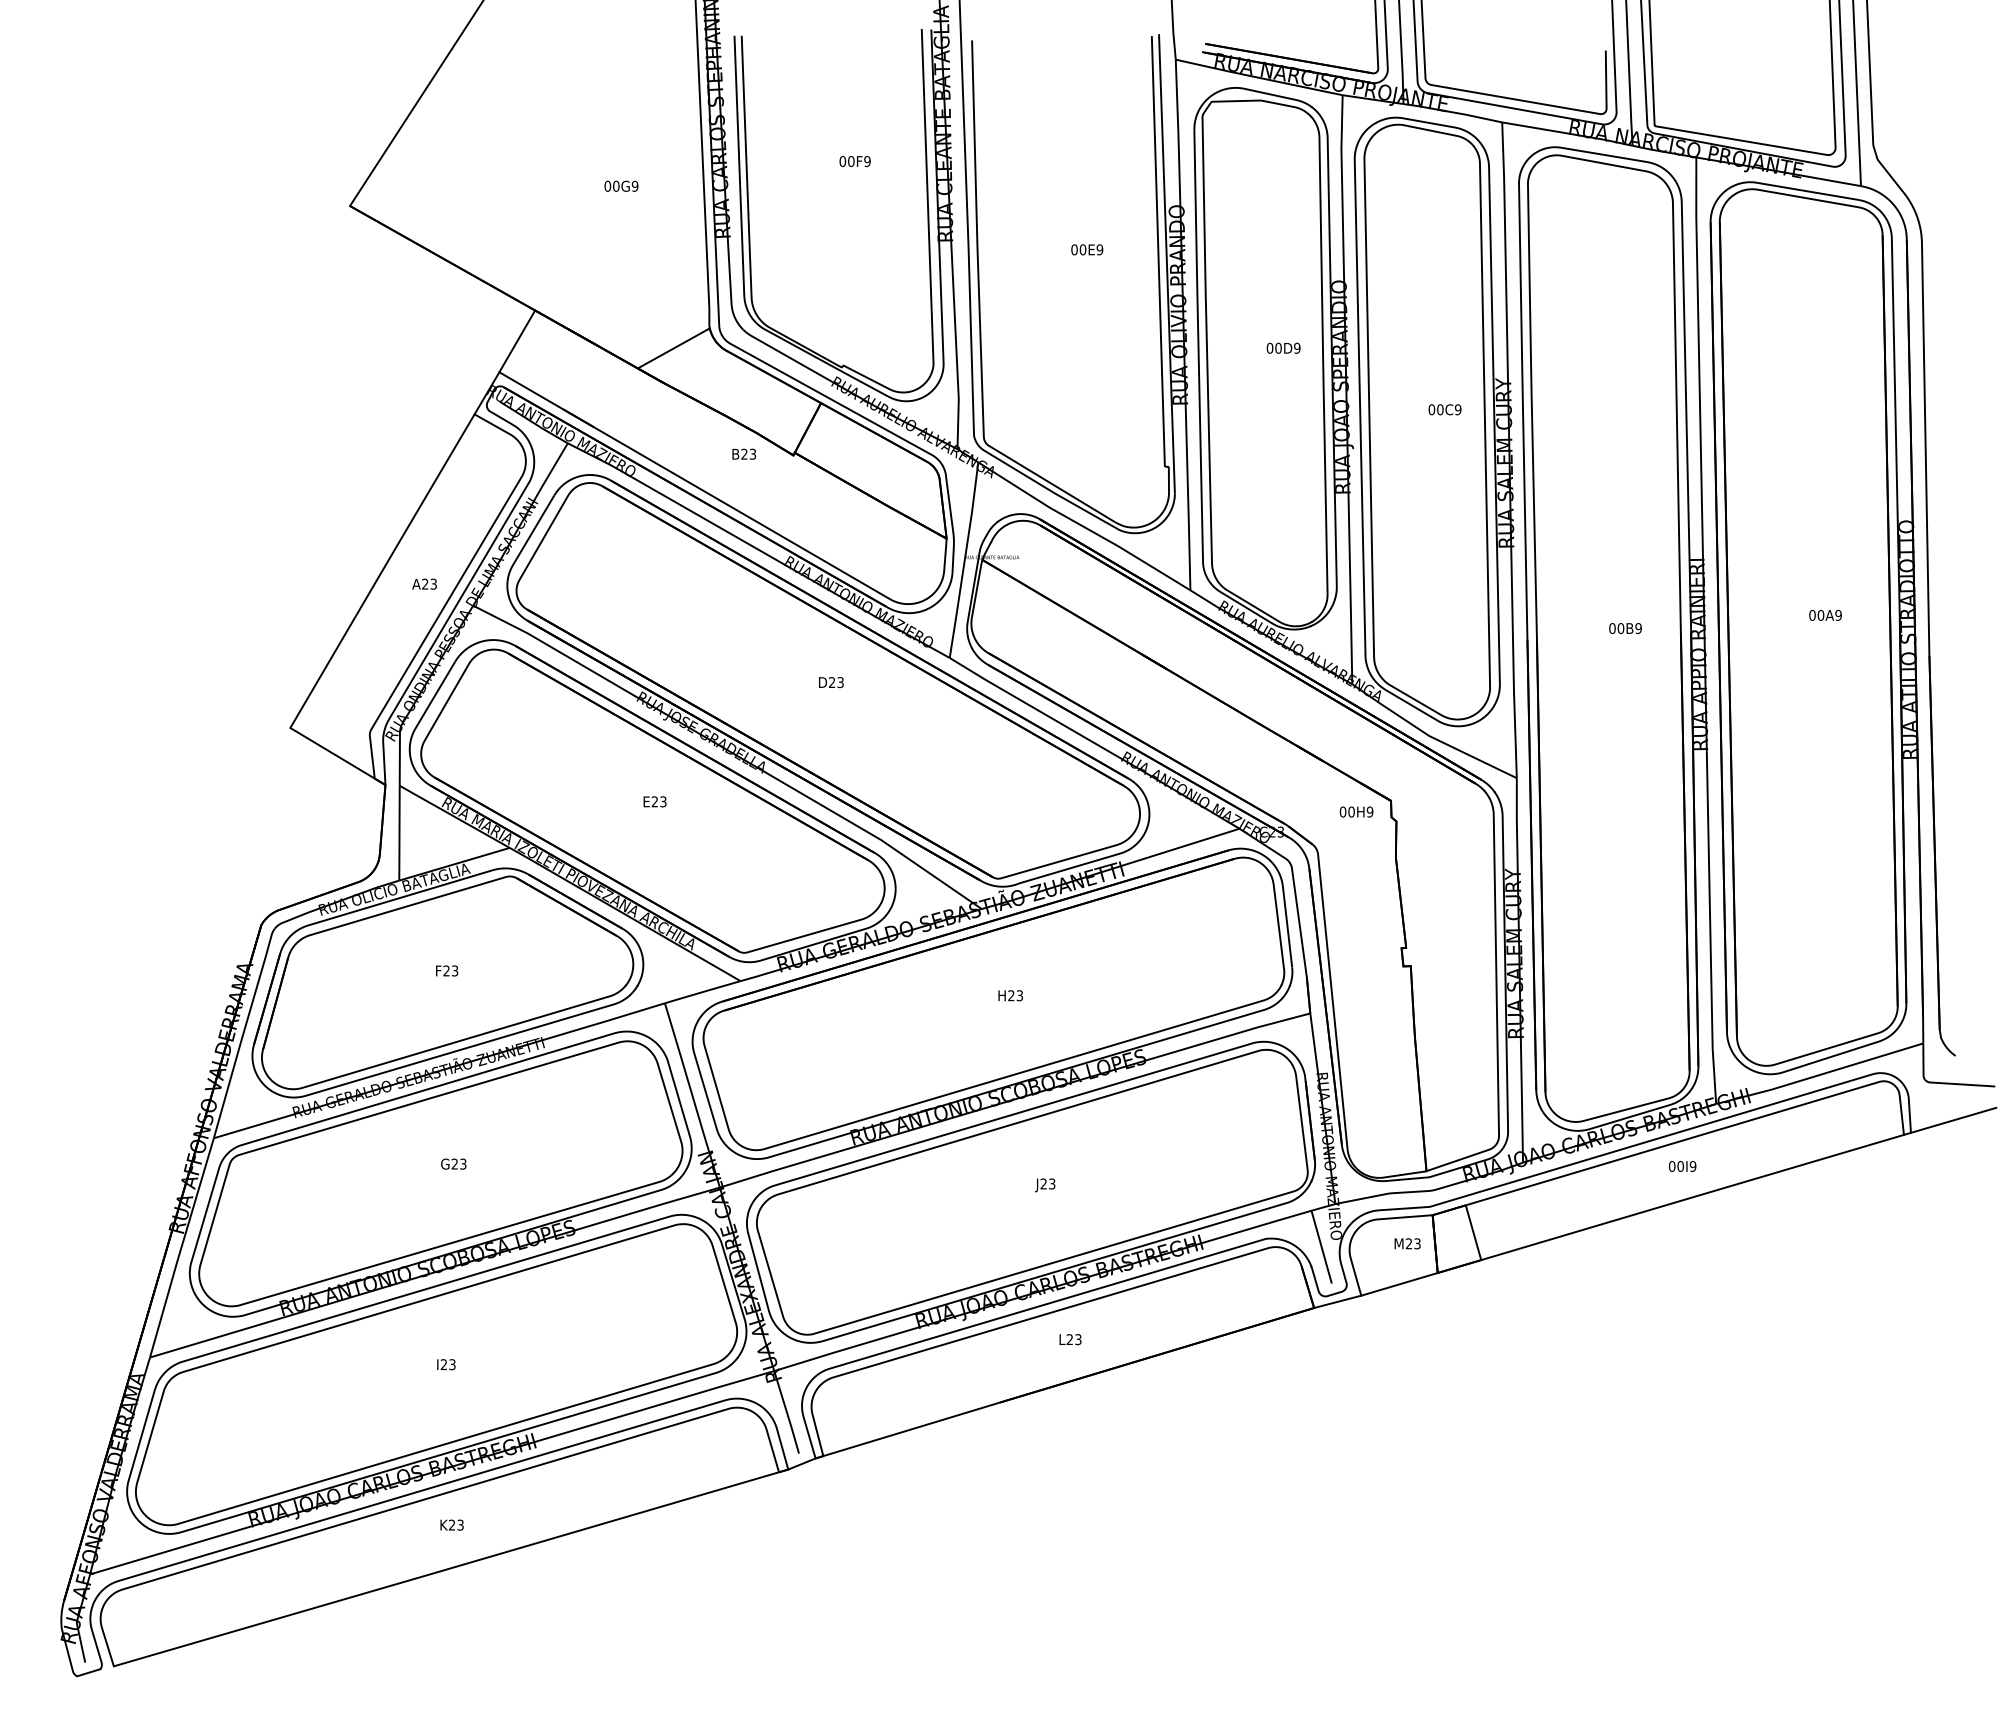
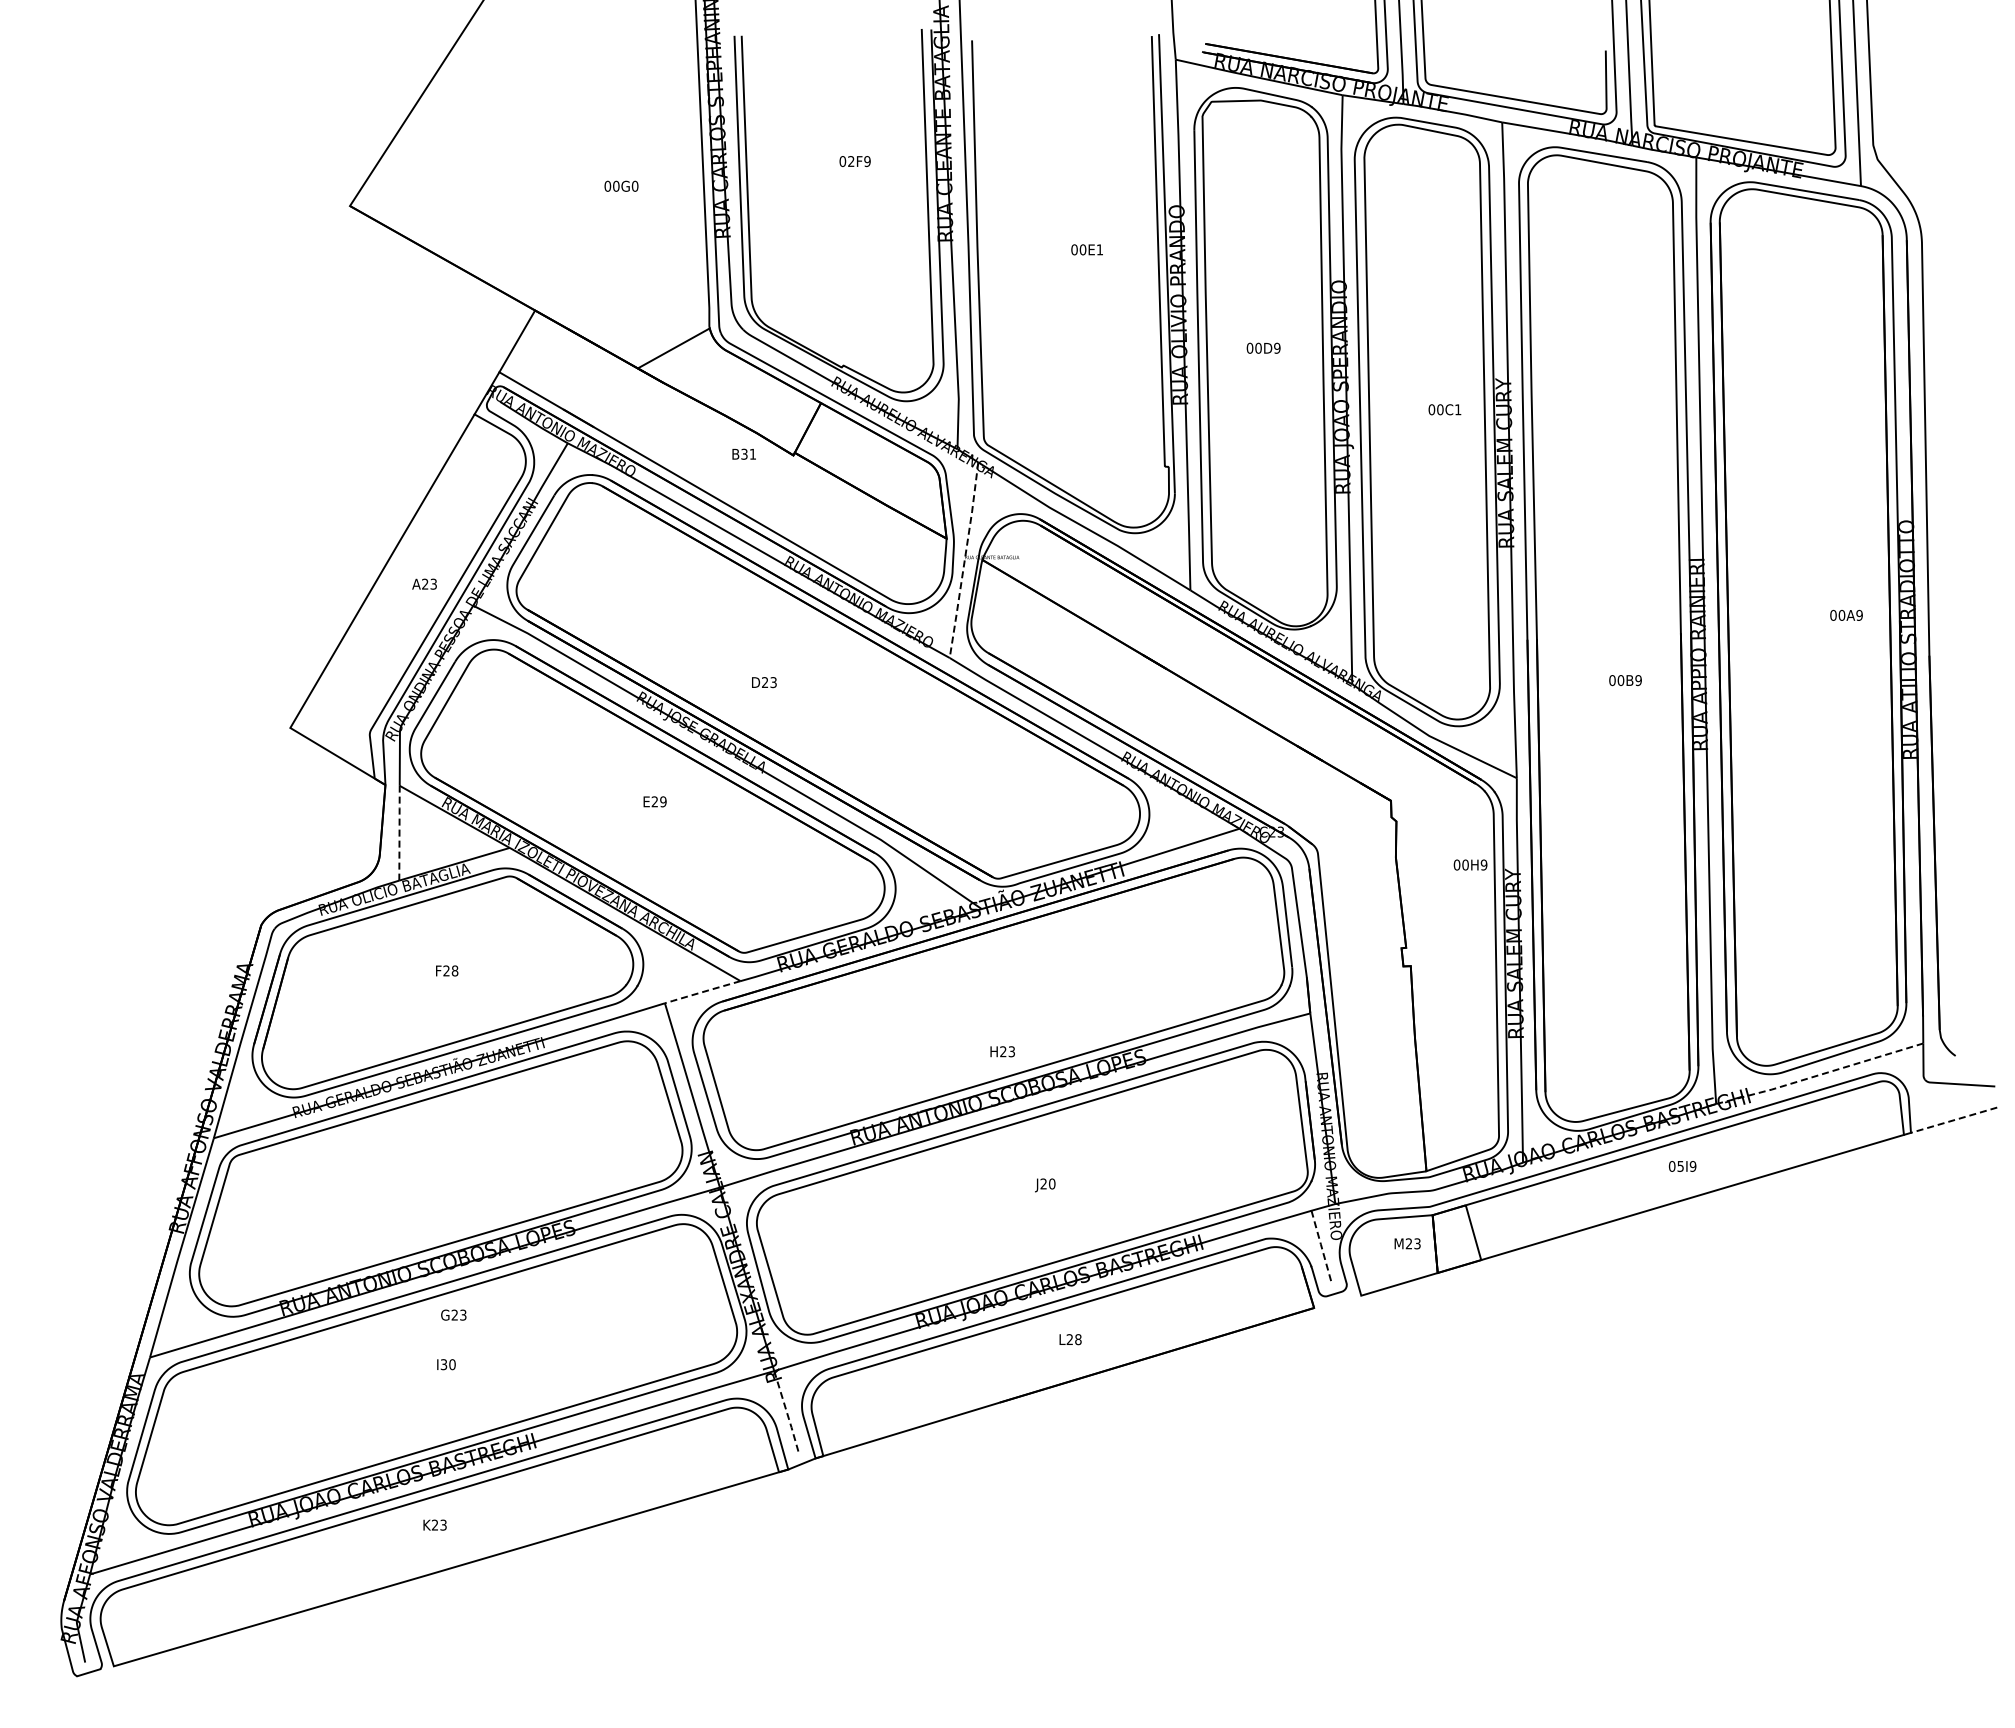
text at (851, 161): 00F9 -> 02F9
text at (634, 186): 00G9 -> 00G0
text at (1099, 249): 00E9 -> 00E1
text at (1283, 347) position: (1283, 347) -> (1263, 347)
text at (1457, 409): 00C9 -> 00C1
text at (748, 453): B23 -> B31
line at (964, 560): solid -> dashed
text at (1825, 614) position: (1825, 614) -> (1846, 614)
text at (1625, 628) position: (1625, 628) -> (1625, 680)
text at (831, 682) position: (831, 682) -> (764, 682)
text at (663, 801): E23 -> E29
text at (1356, 811) position: (1356, 811) -> (1470, 864)
line at (399, 832): solid -> dashed
text at (454, 970): F23 -> F28
line at (702, 992): solid -> dashed
text at (1010, 995) position: (1010, 995) -> (1002, 1051)
line at (1819, 1075): solid -> dashed
line at (1954, 1120): solid -> dashed
text at (453, 1163) position: (453, 1163) -> (453, 1314)
text at (1680, 1165): 00I9 -> 05I9
text at (1052, 1183): J23 -> J20
line at (1321, 1247): solid -> dashed
line at (1337, 1301): present -> none
text at (1078, 1339): L23 -> L28
text at (447, 1364): I23 -> I30
line at (787, 1413): solid -> dashed
text at (451, 1524) position: (451, 1524) -> (434, 1524)
